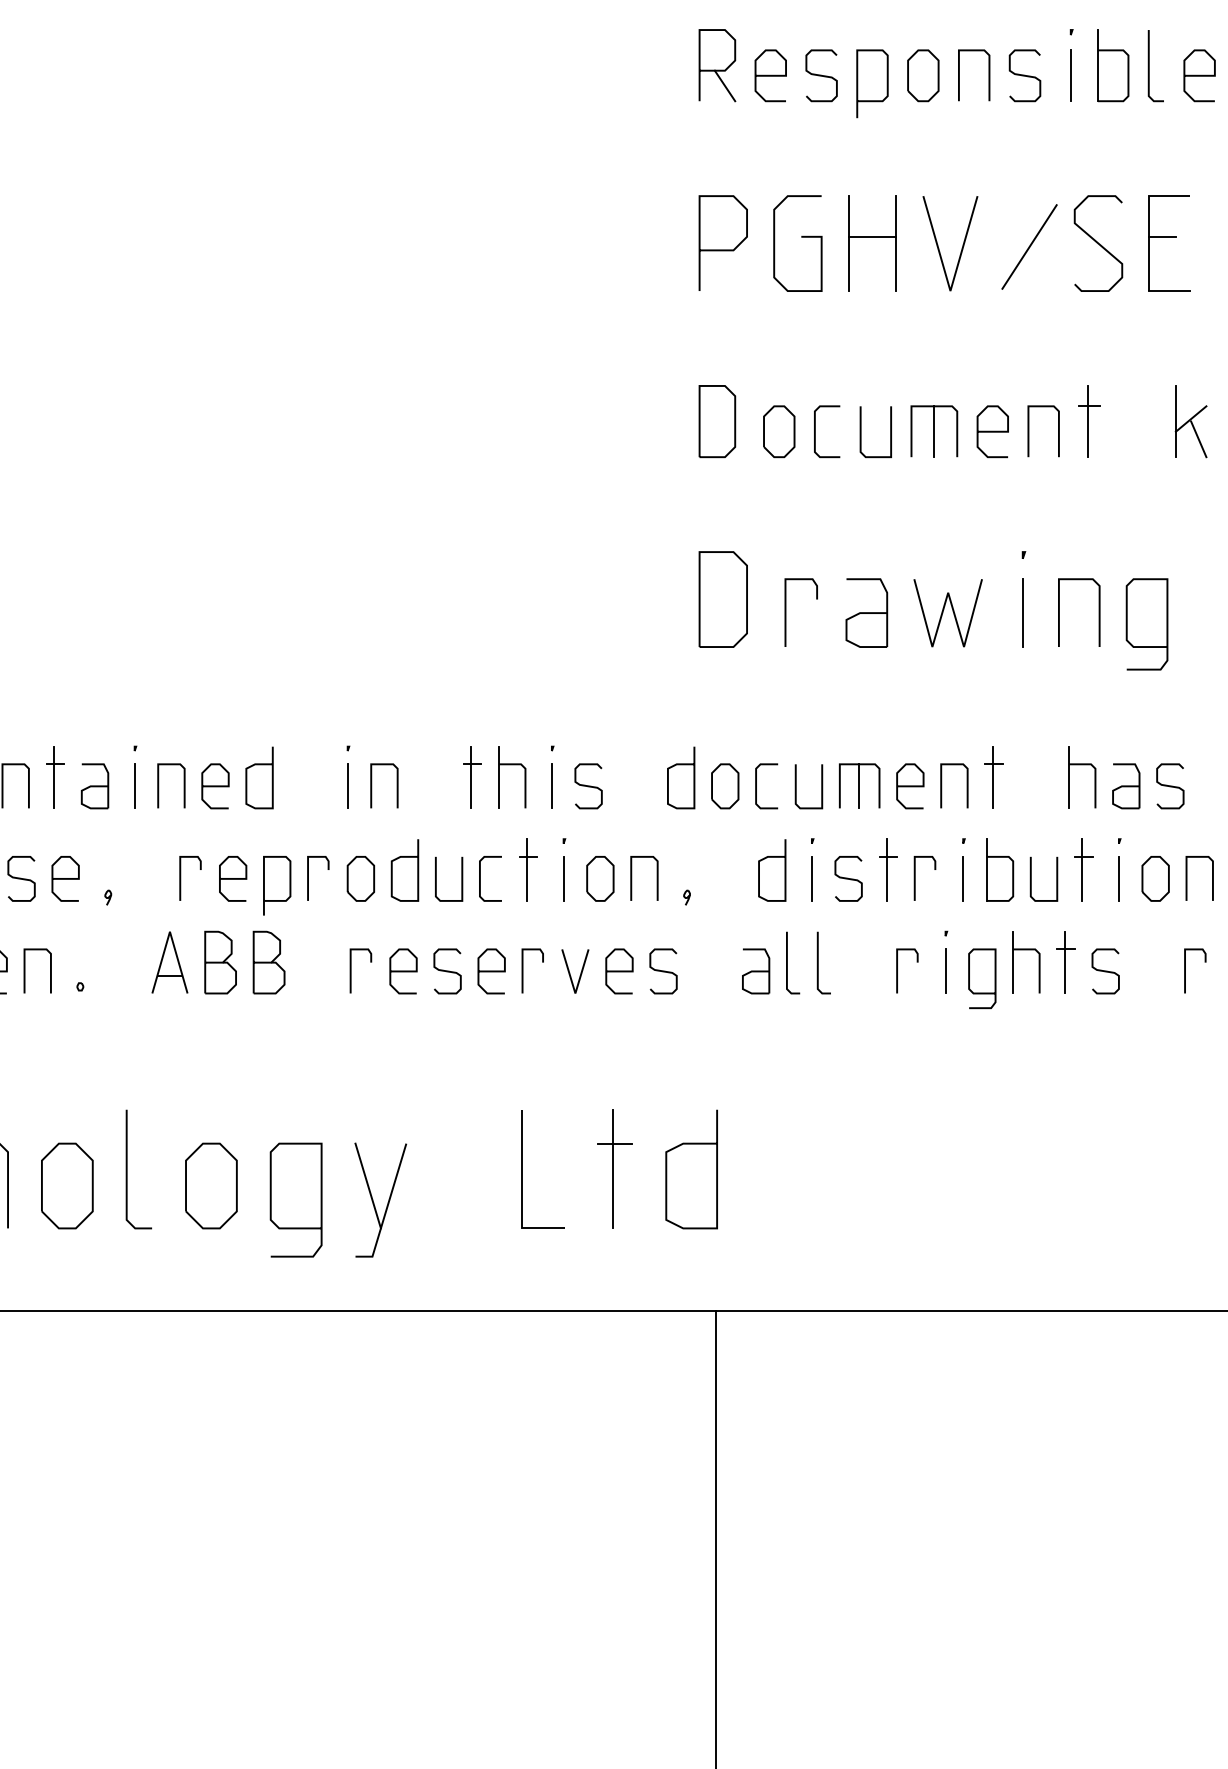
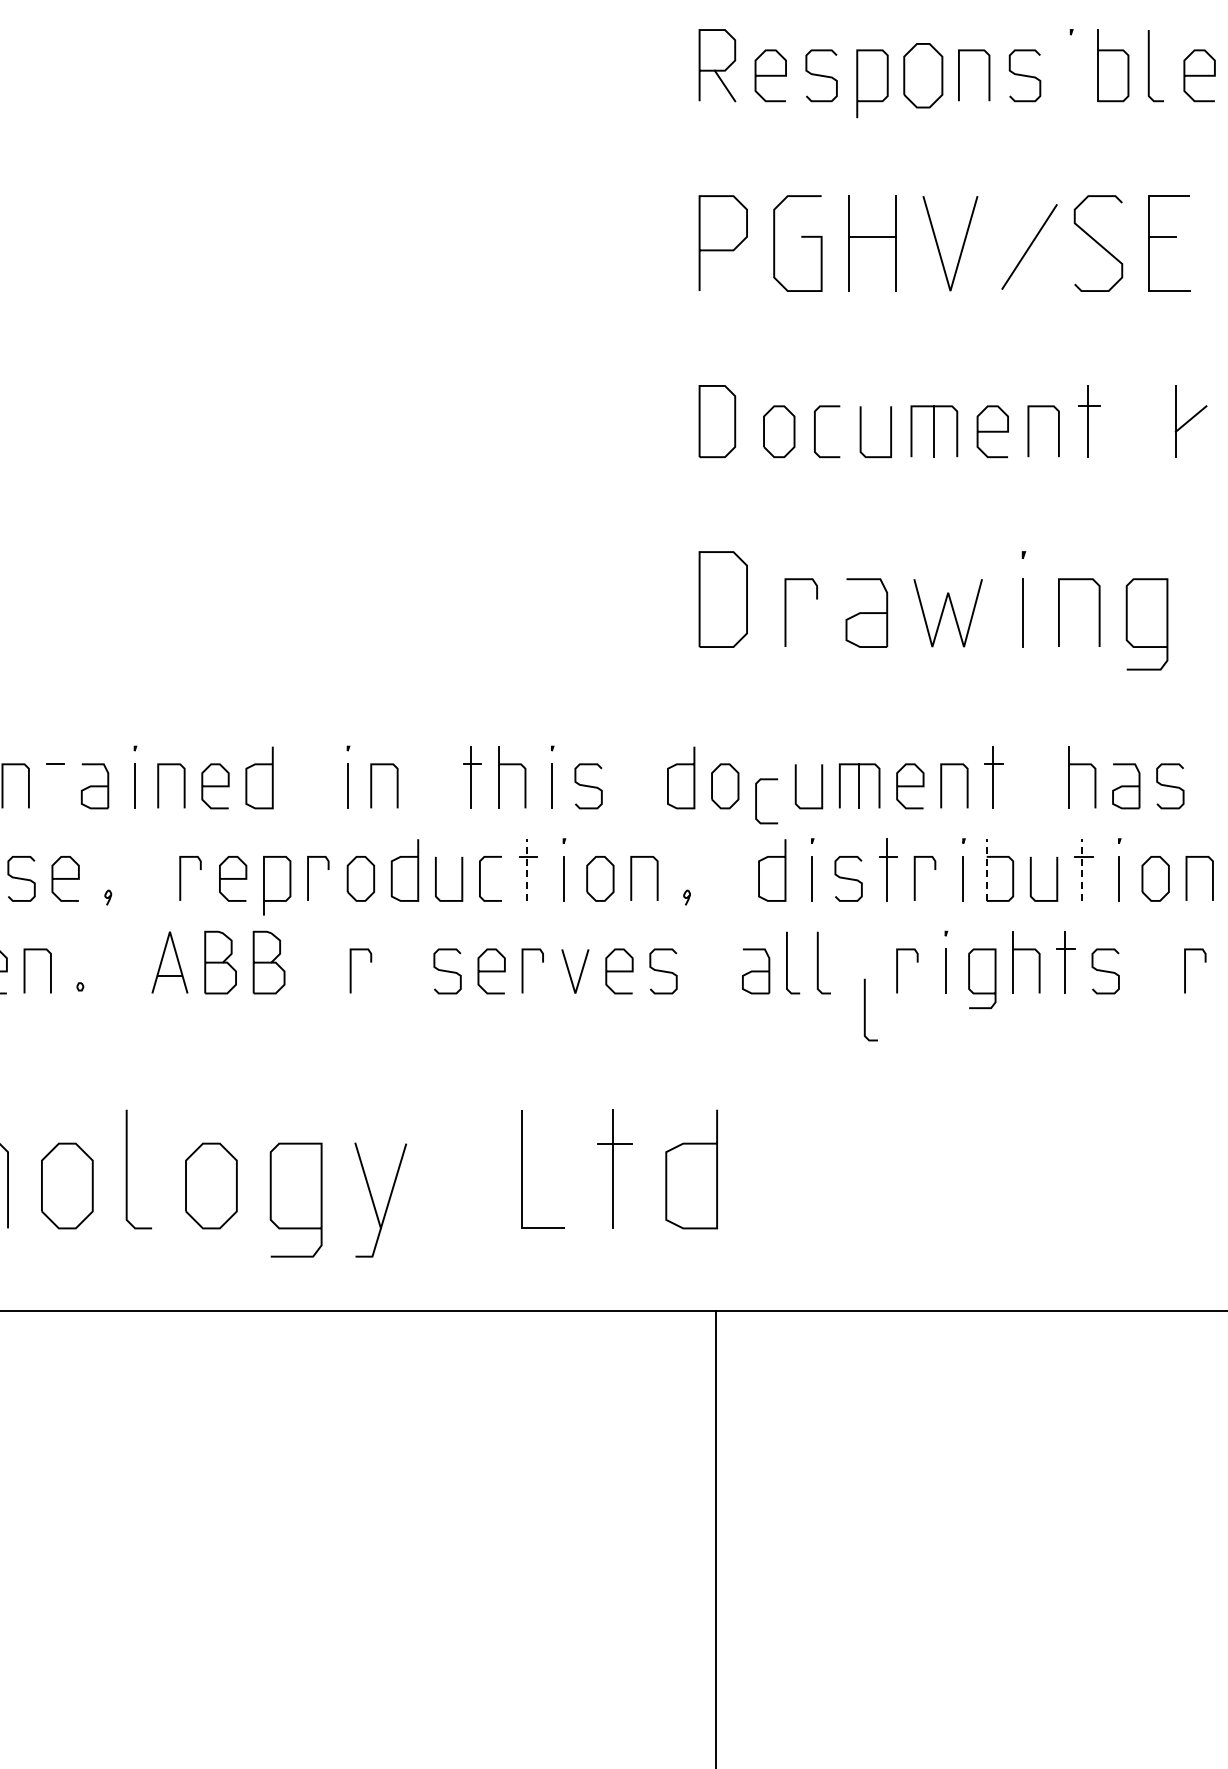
part at (923, 75) size: 33x54 px -> 41x66 px
line at (1070, 75): present -> none
line at (1198, 439): present -> none
line at (53, 777): present -> none
curve at (756, 786) position: (756, 786) -> (756, 801)
line at (526, 870): solid -> dashed
line at (986, 870): solid -> dashed
line at (1082, 870): solid -> dashed
curve at (403, 971): present -> none
line at (865, 1009): none -> present
